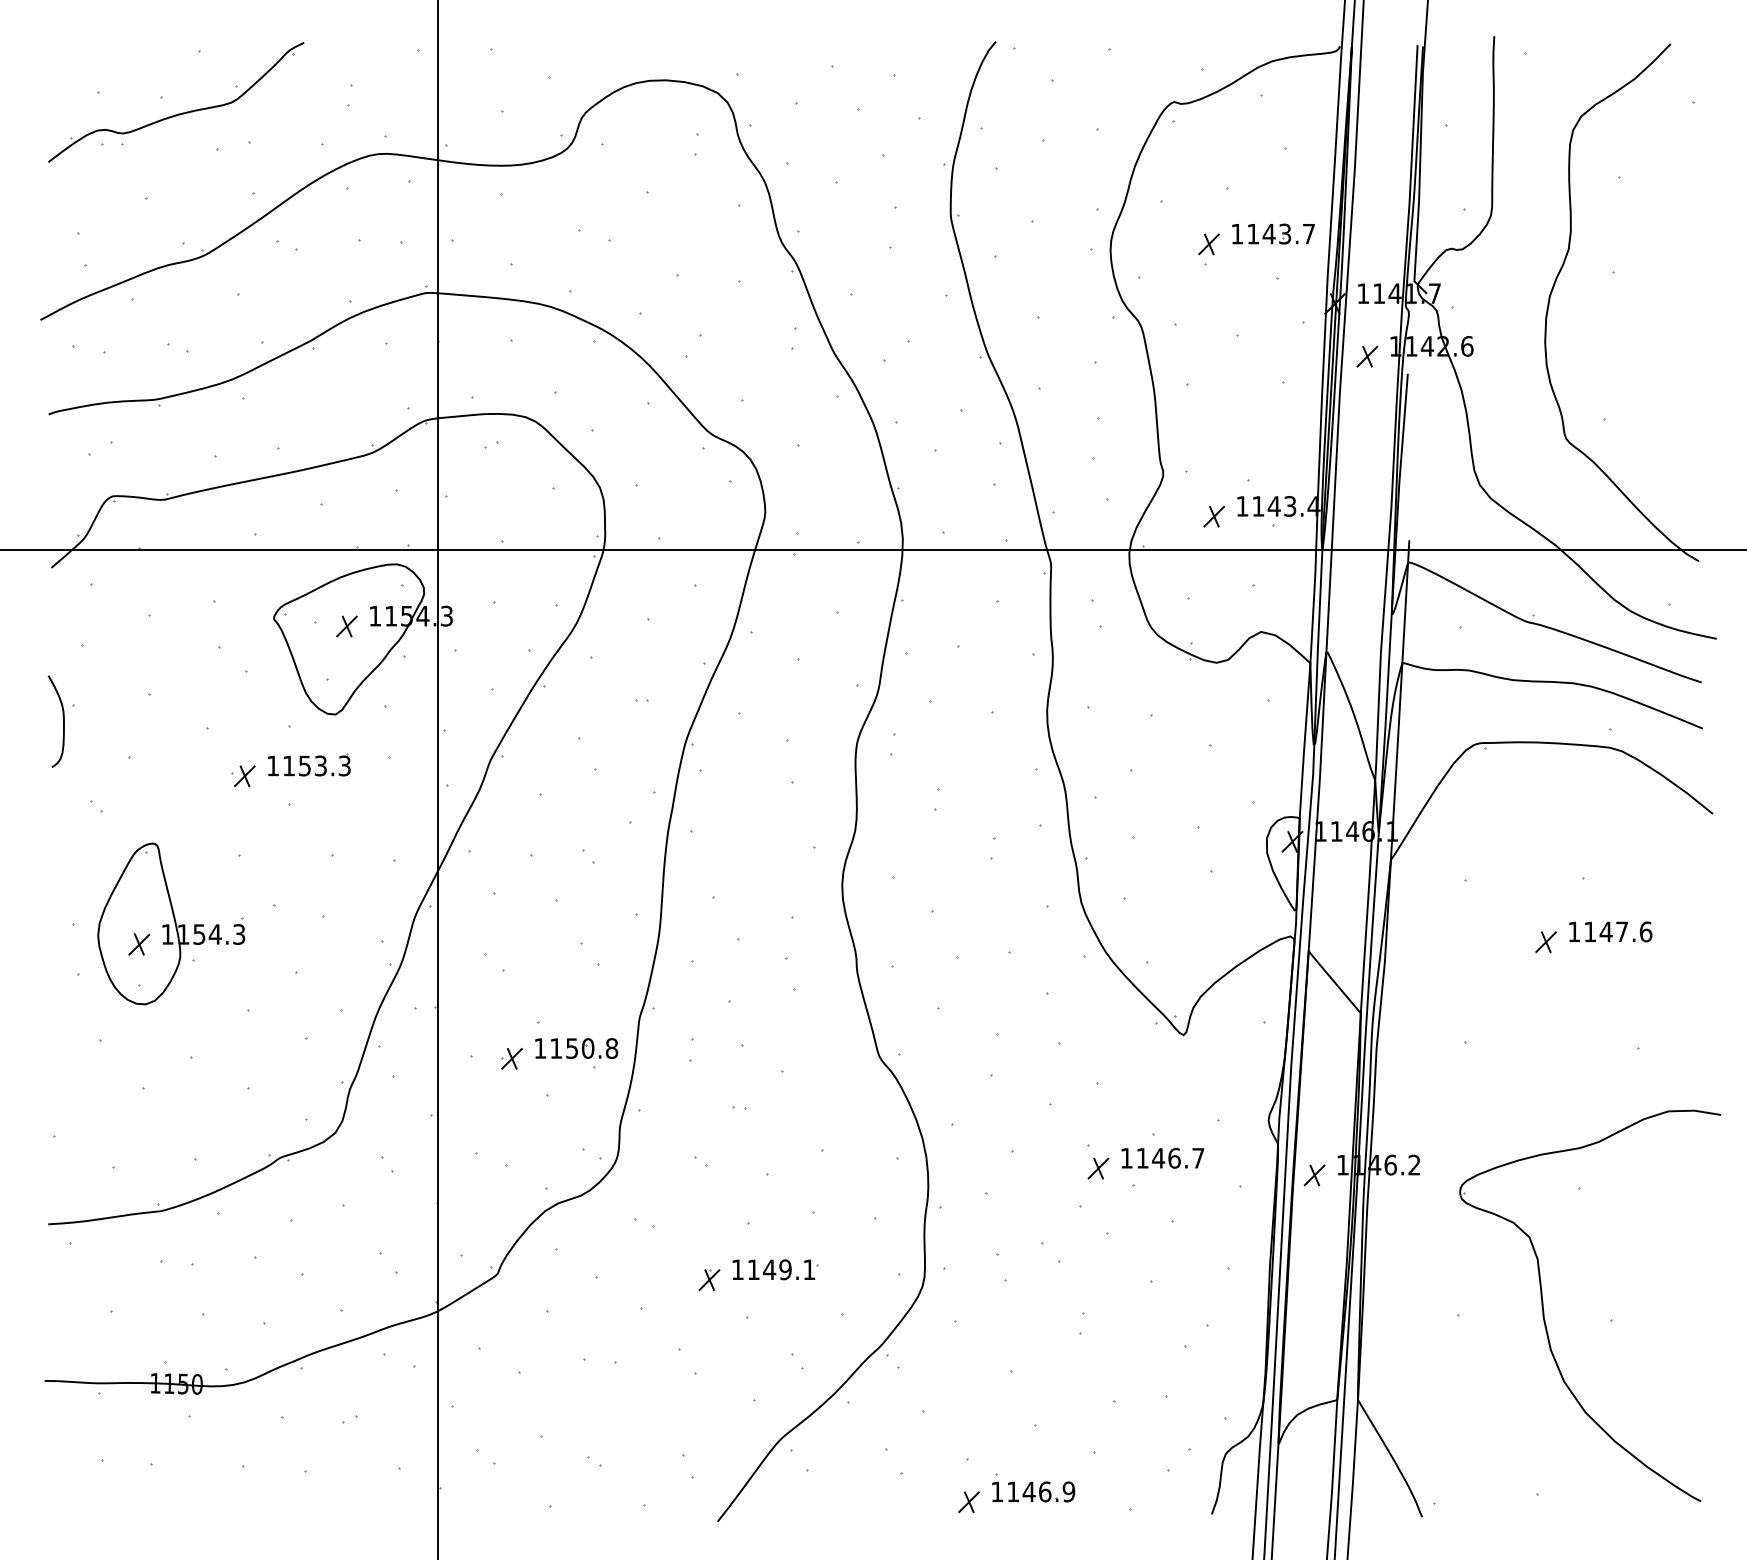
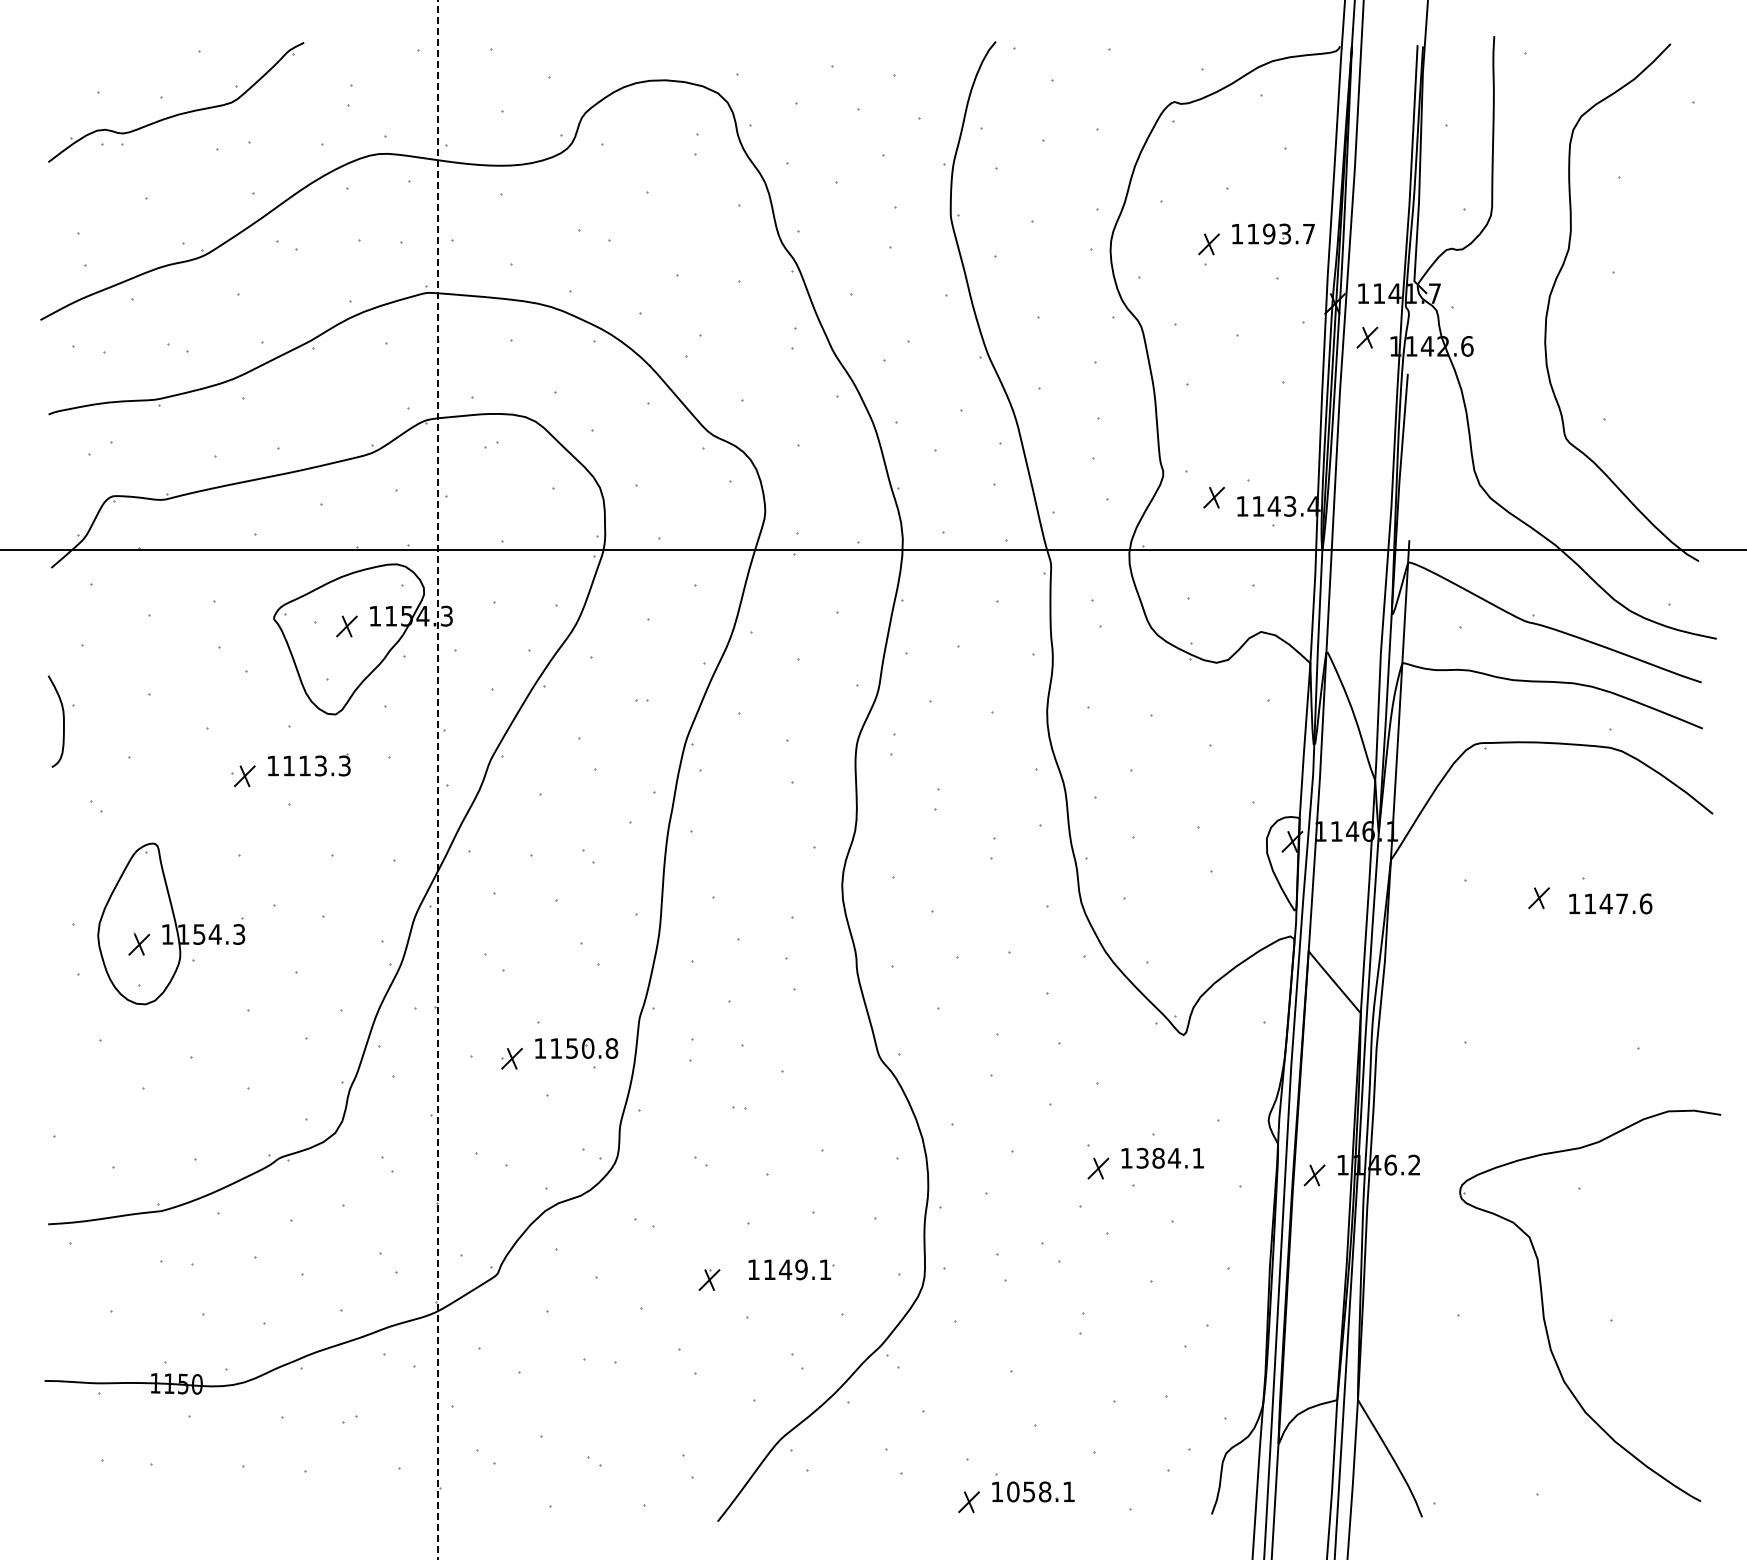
text at (1268, 233): 1143.7 -> 1193.7
part at (1367, 356) position: (1367, 356) -> (1367, 337)
part at (1213, 516) position: (1213, 516) -> (1213, 497)
text at (304, 765): 1153.3 -> 1113.3
line at (437, 779): solid -> dashed
text at (1610, 931) position: (1610, 931) -> (1610, 903)
part at (1545, 942) position: (1545, 942) -> (1538, 898)
text at (1170, 1157): 1146.7 -> 1384.1
part at (775, 1269) position: (775, 1269) -> (791, 1269)
text at (1041, 1491): 1146.9 -> 1058.1
